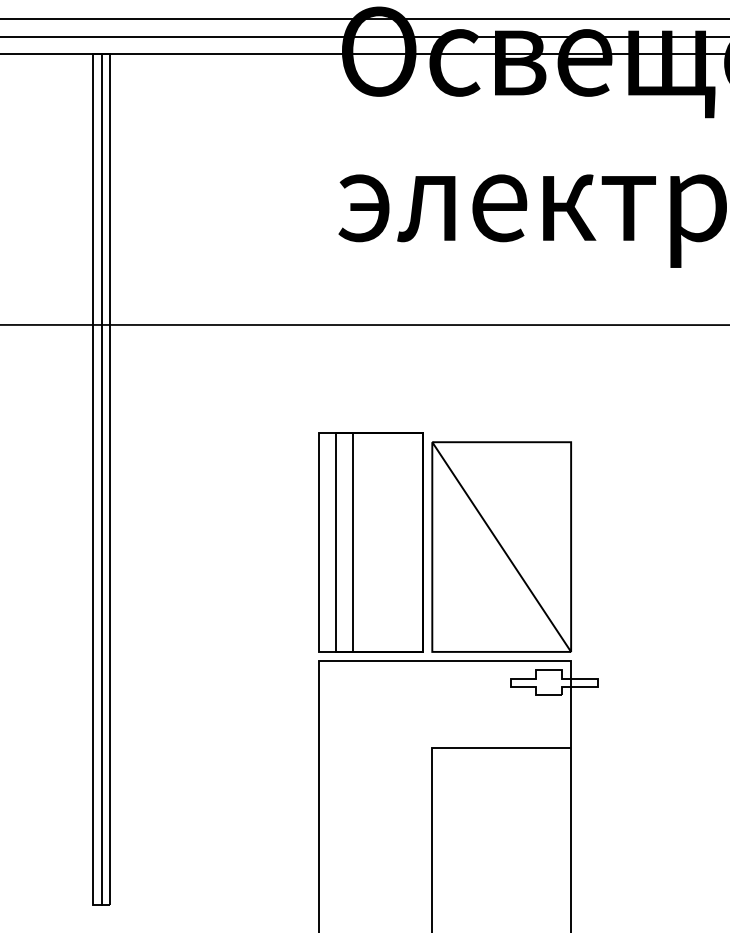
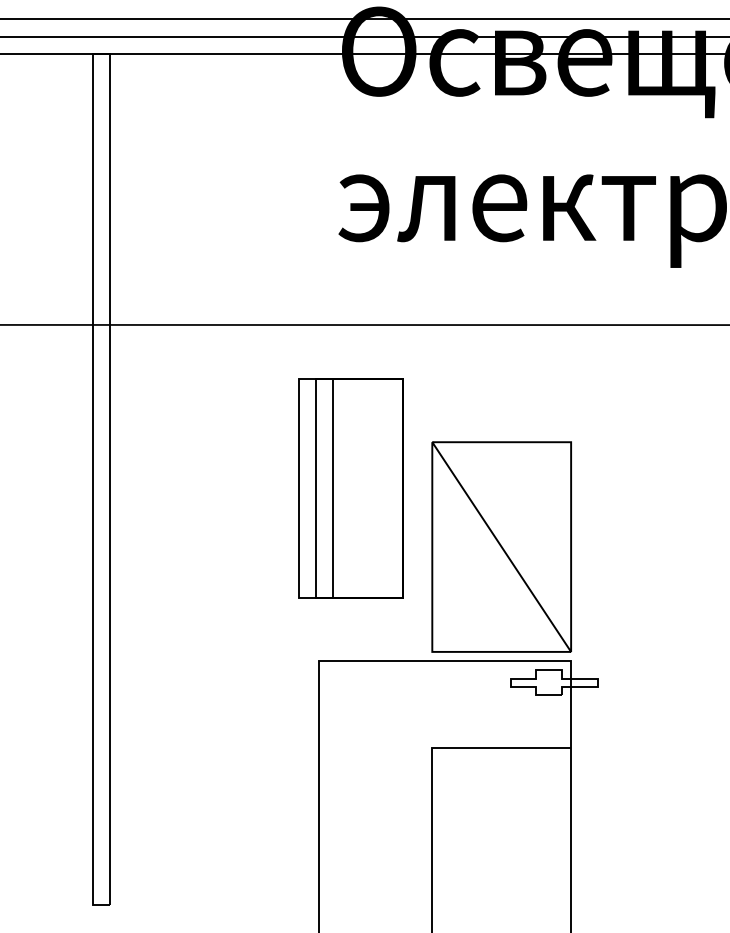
line at (101, 479): present -> none
part at (370, 542) position: (370, 542) -> (350, 488)
